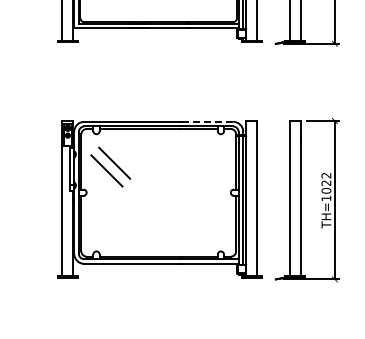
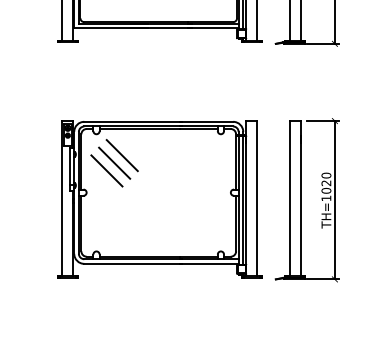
line at (207, 121): dashed -> solid
line at (121, 155): none -> present
text at (326, 175): TH=1022 -> TH=1020
